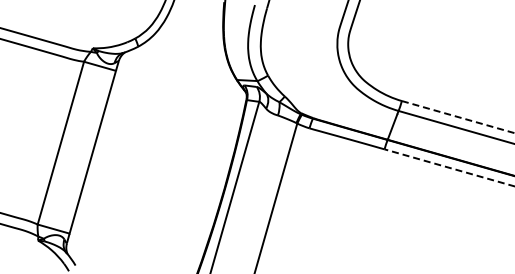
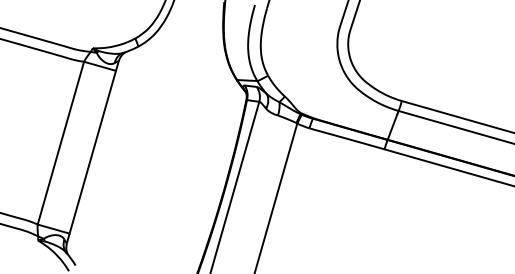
line at (458, 117): dashed -> solid
line at (449, 167): dashed -> solid
